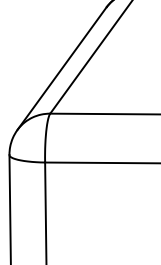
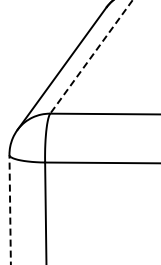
line at (91, 57): solid -> dashed
line at (10, 209): solid -> dashed
